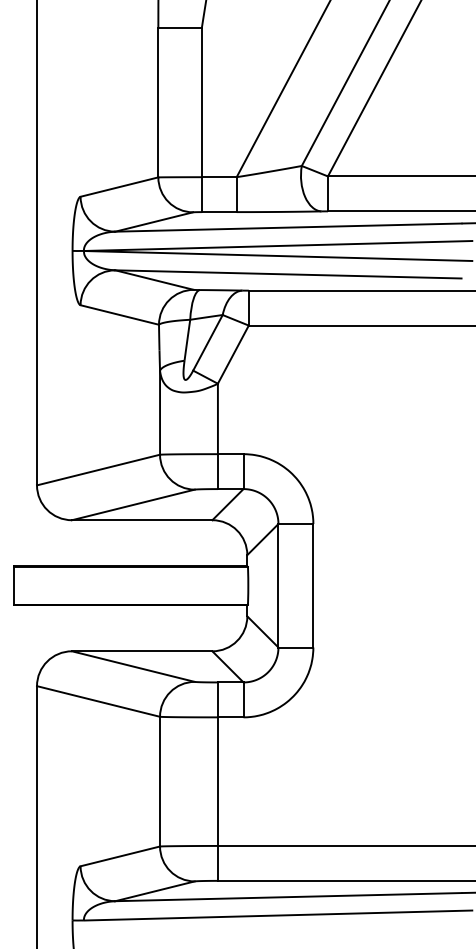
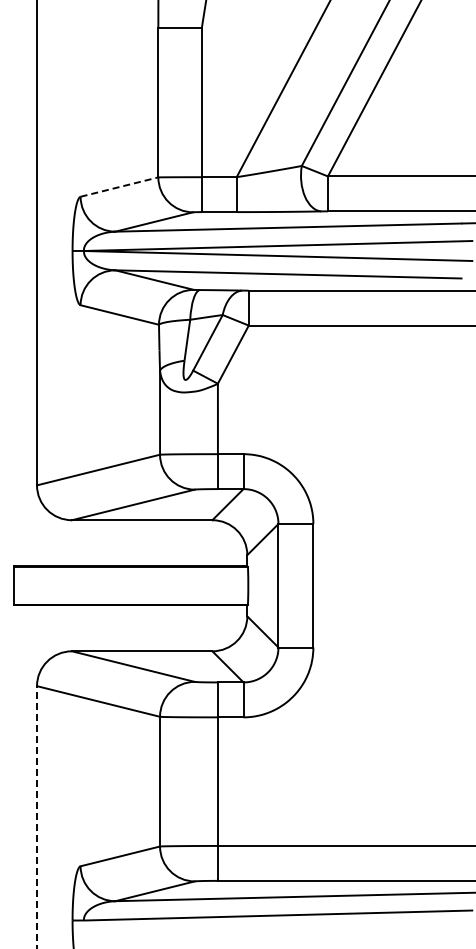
line at (119, 186): solid -> dashed
line at (37, 817): solid -> dashed
